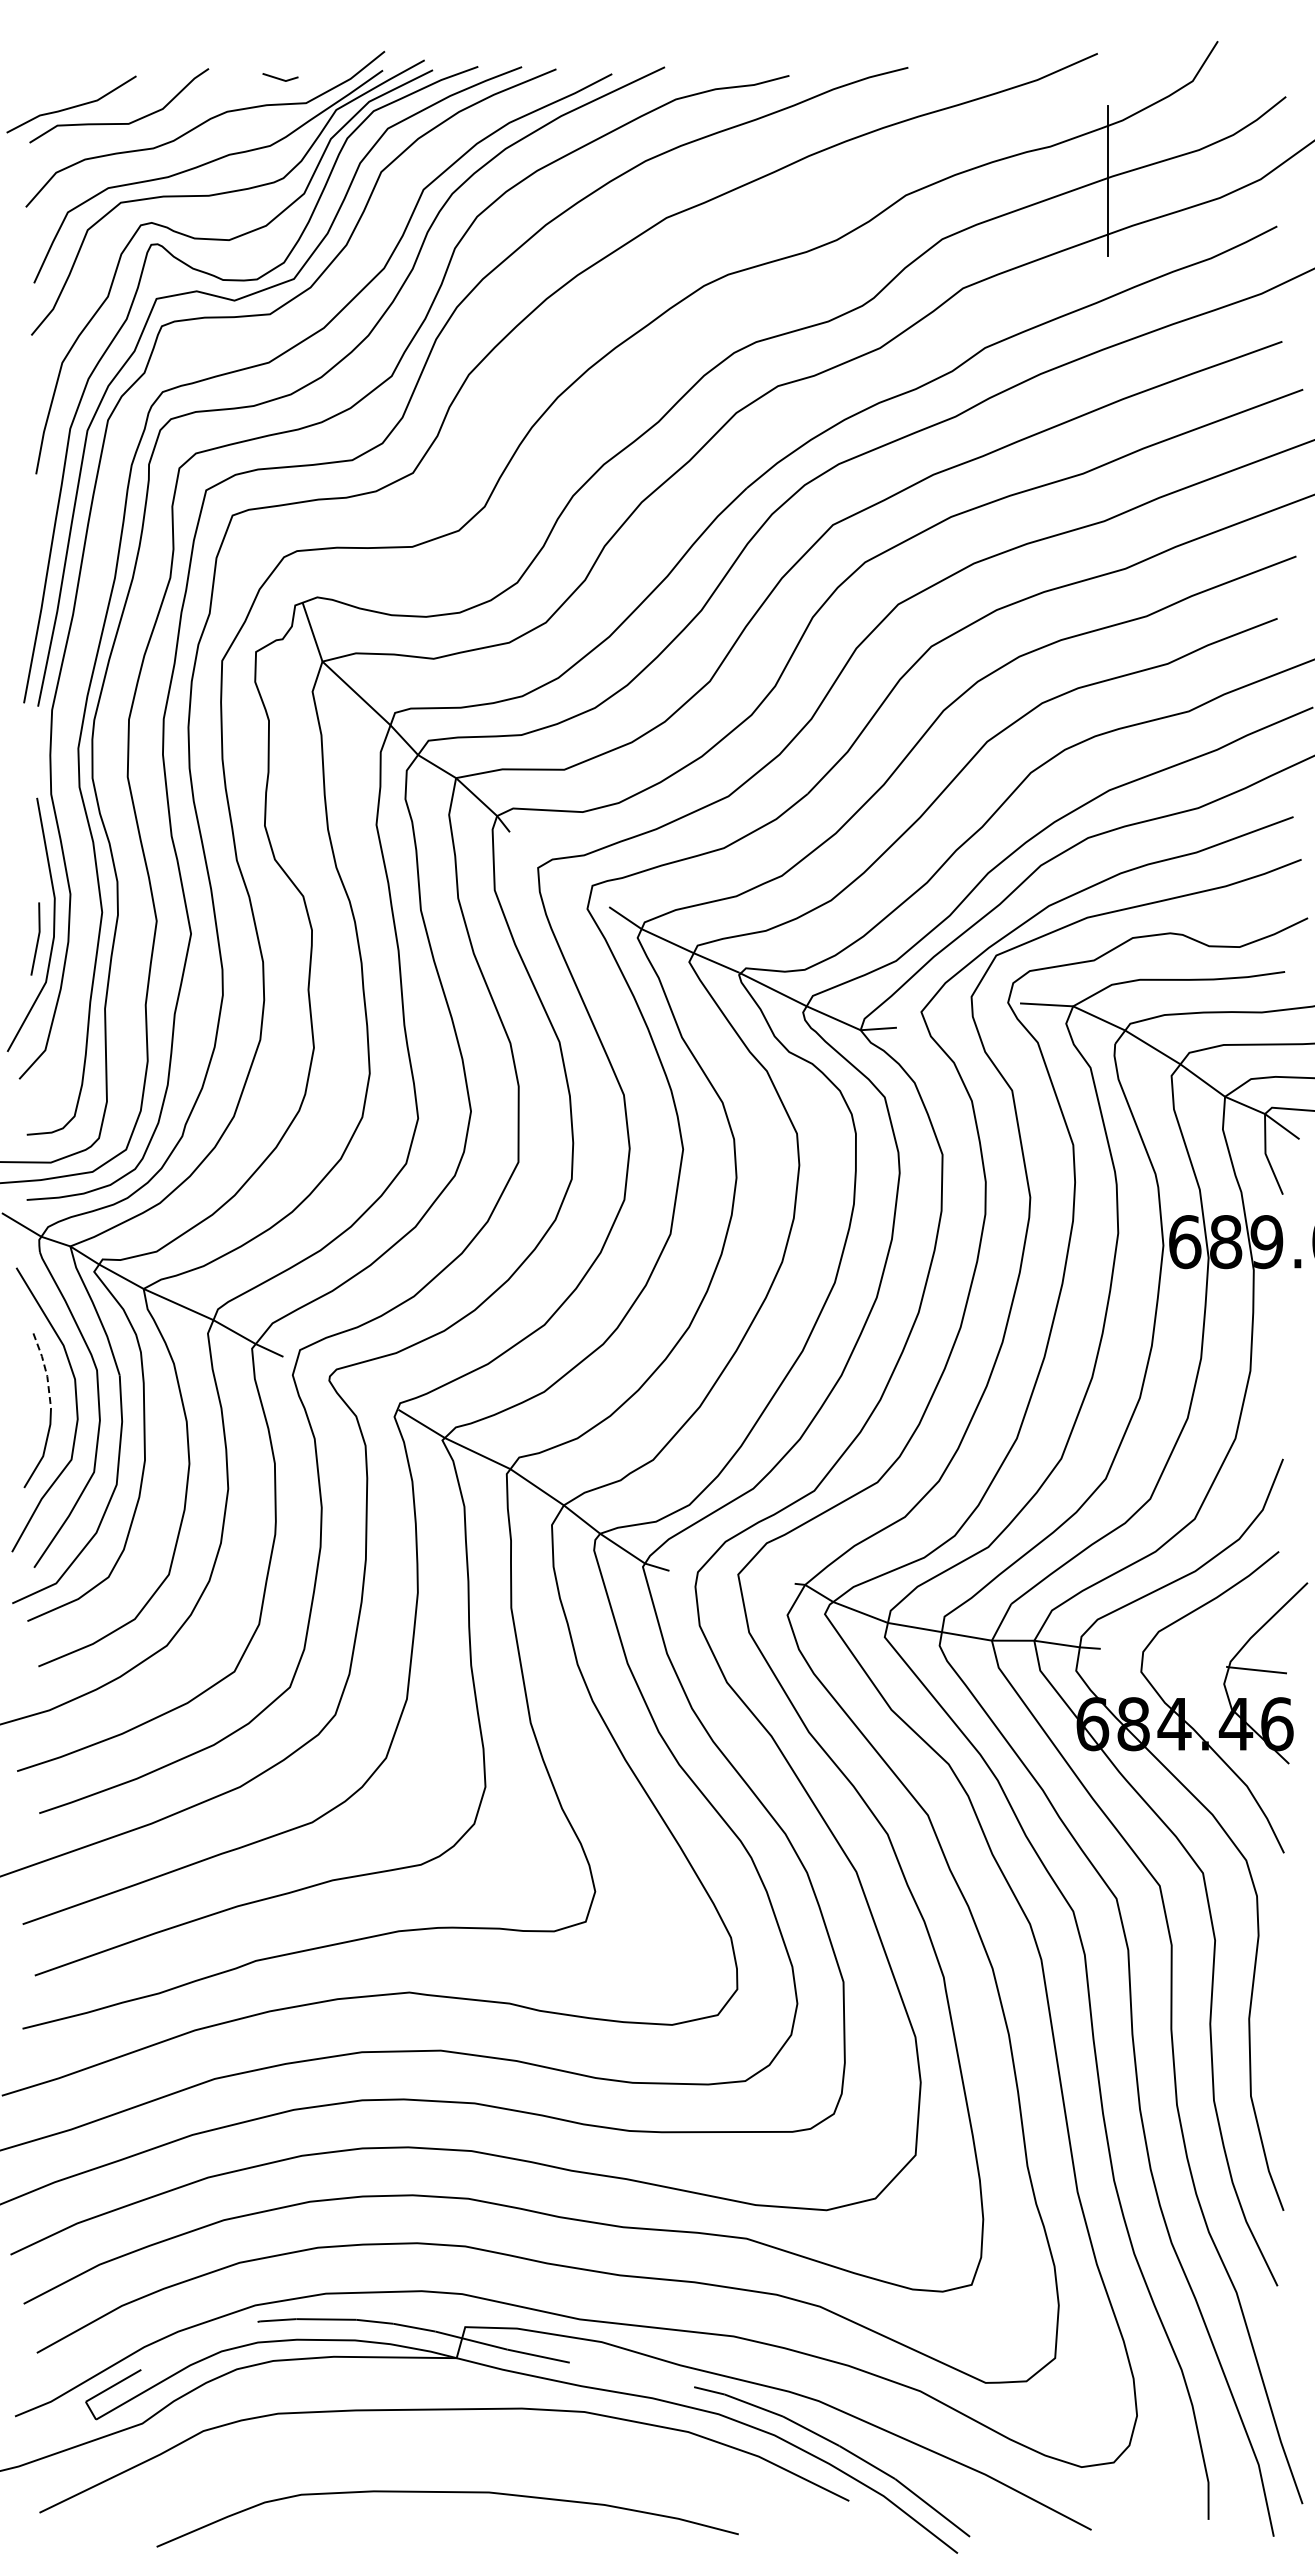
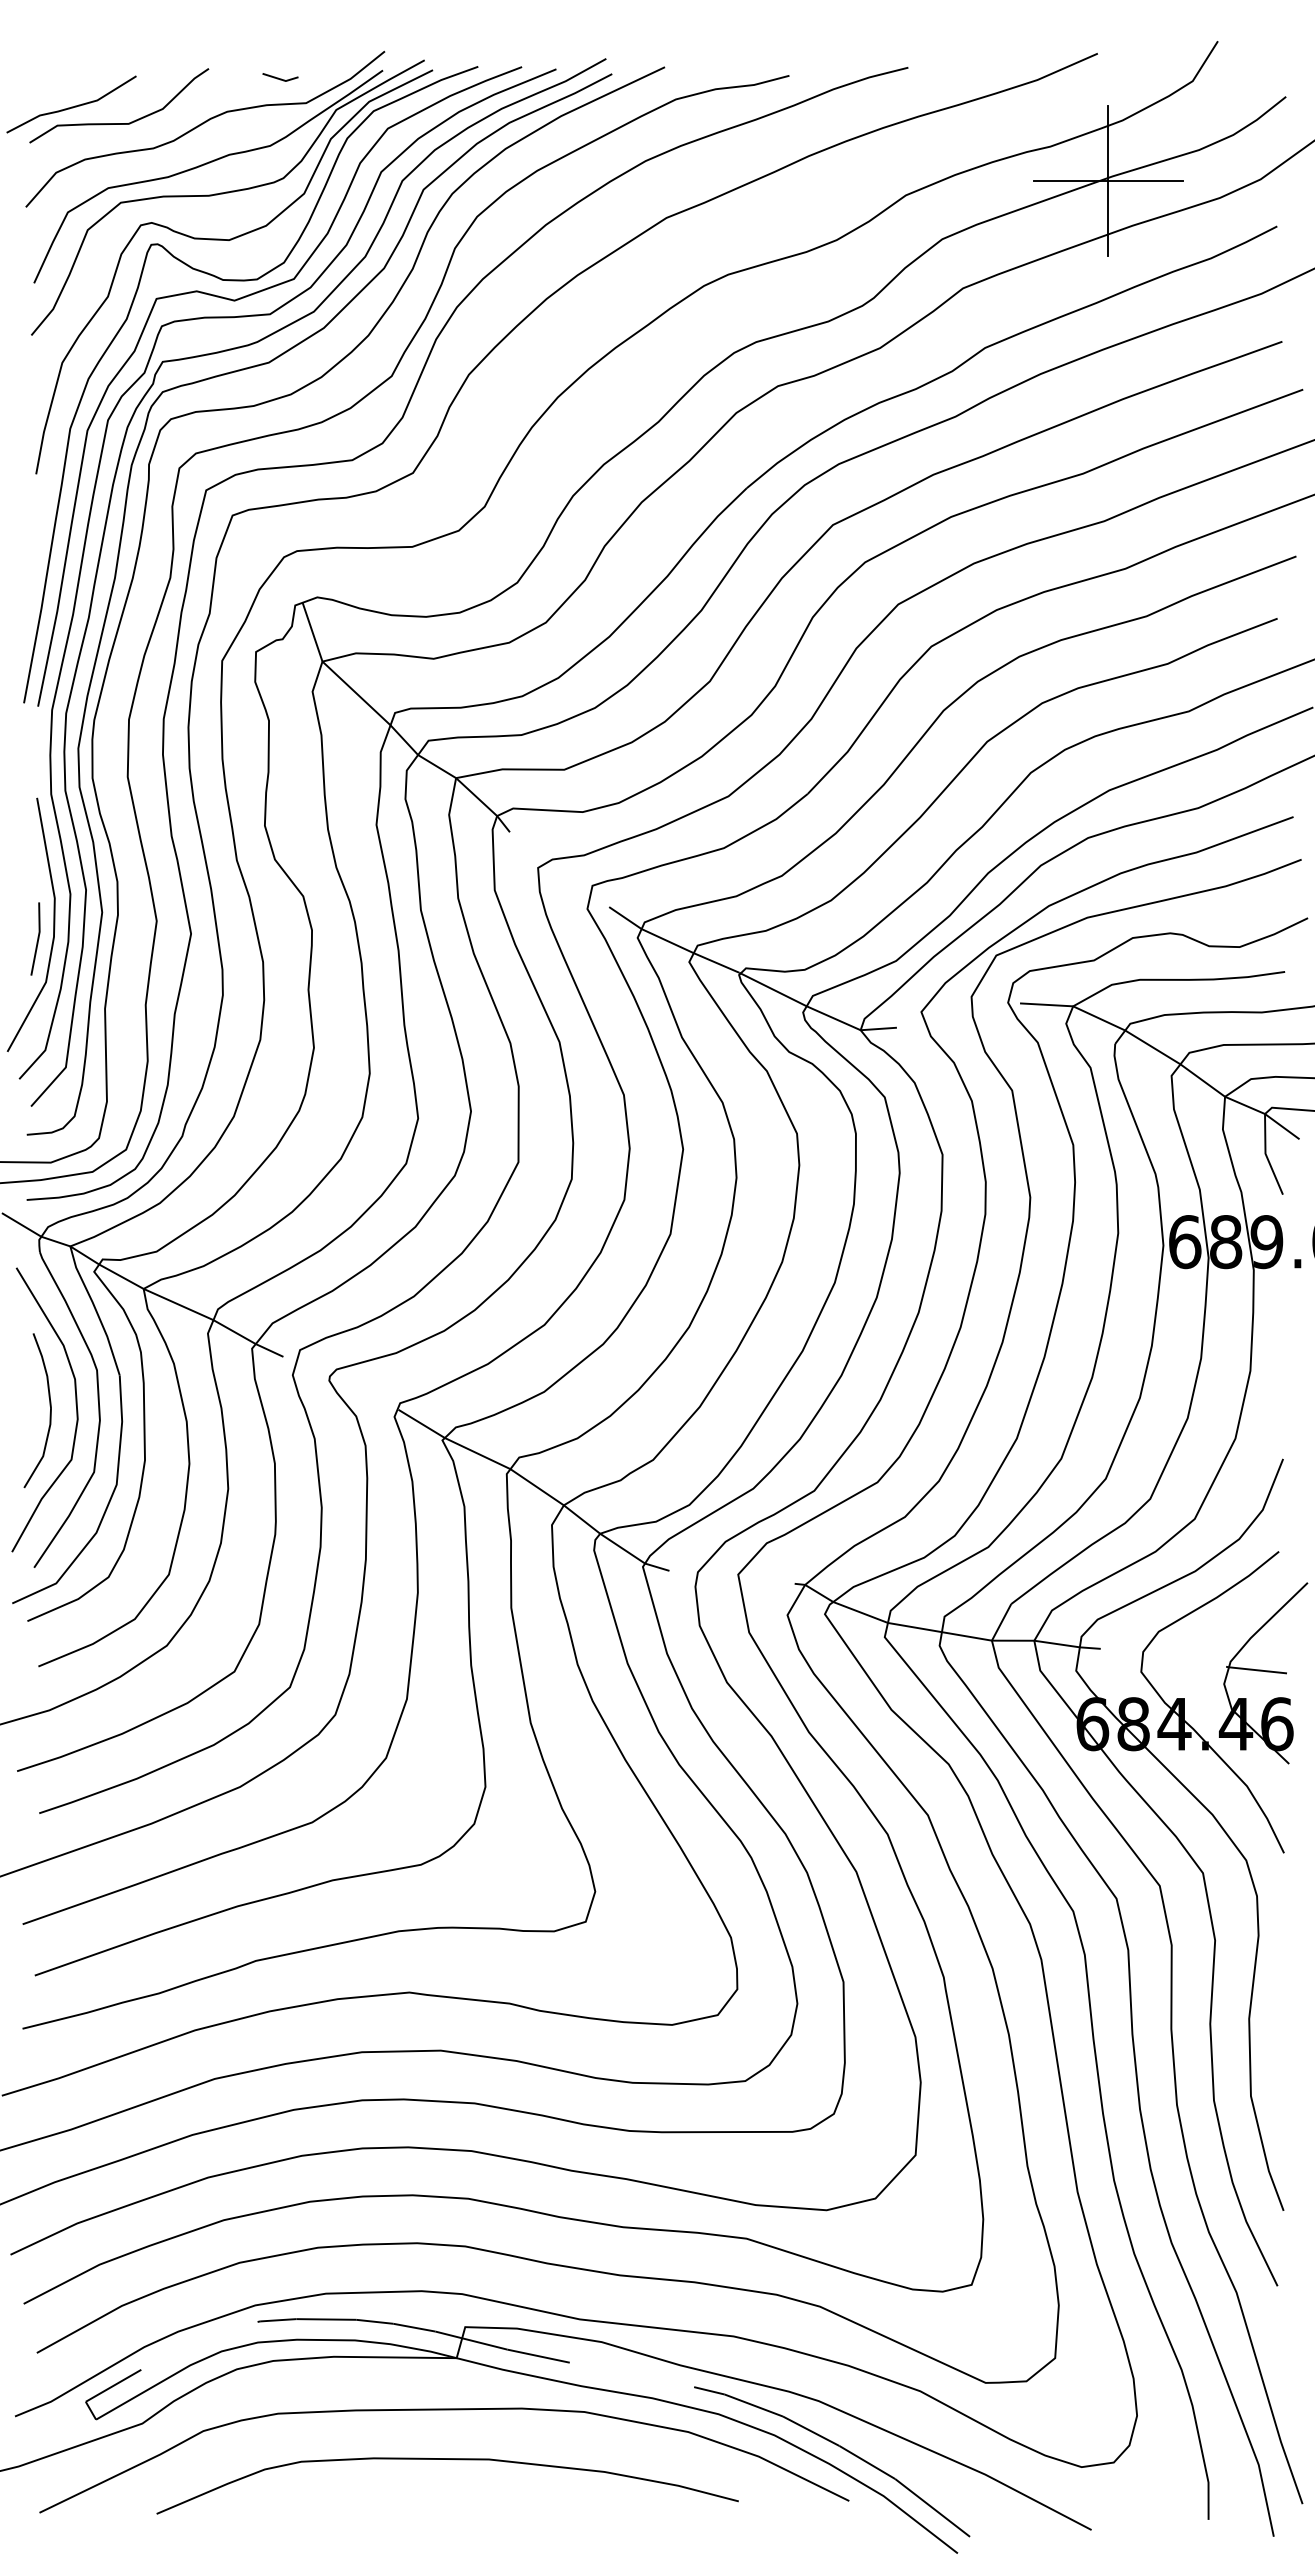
line at (1107, 181): none -> present
curve at (102, 548): none -> present
line at (45, 1369): dashed -> solid
curve at (447, 2492) position: (447, 2492) -> (447, 2459)
